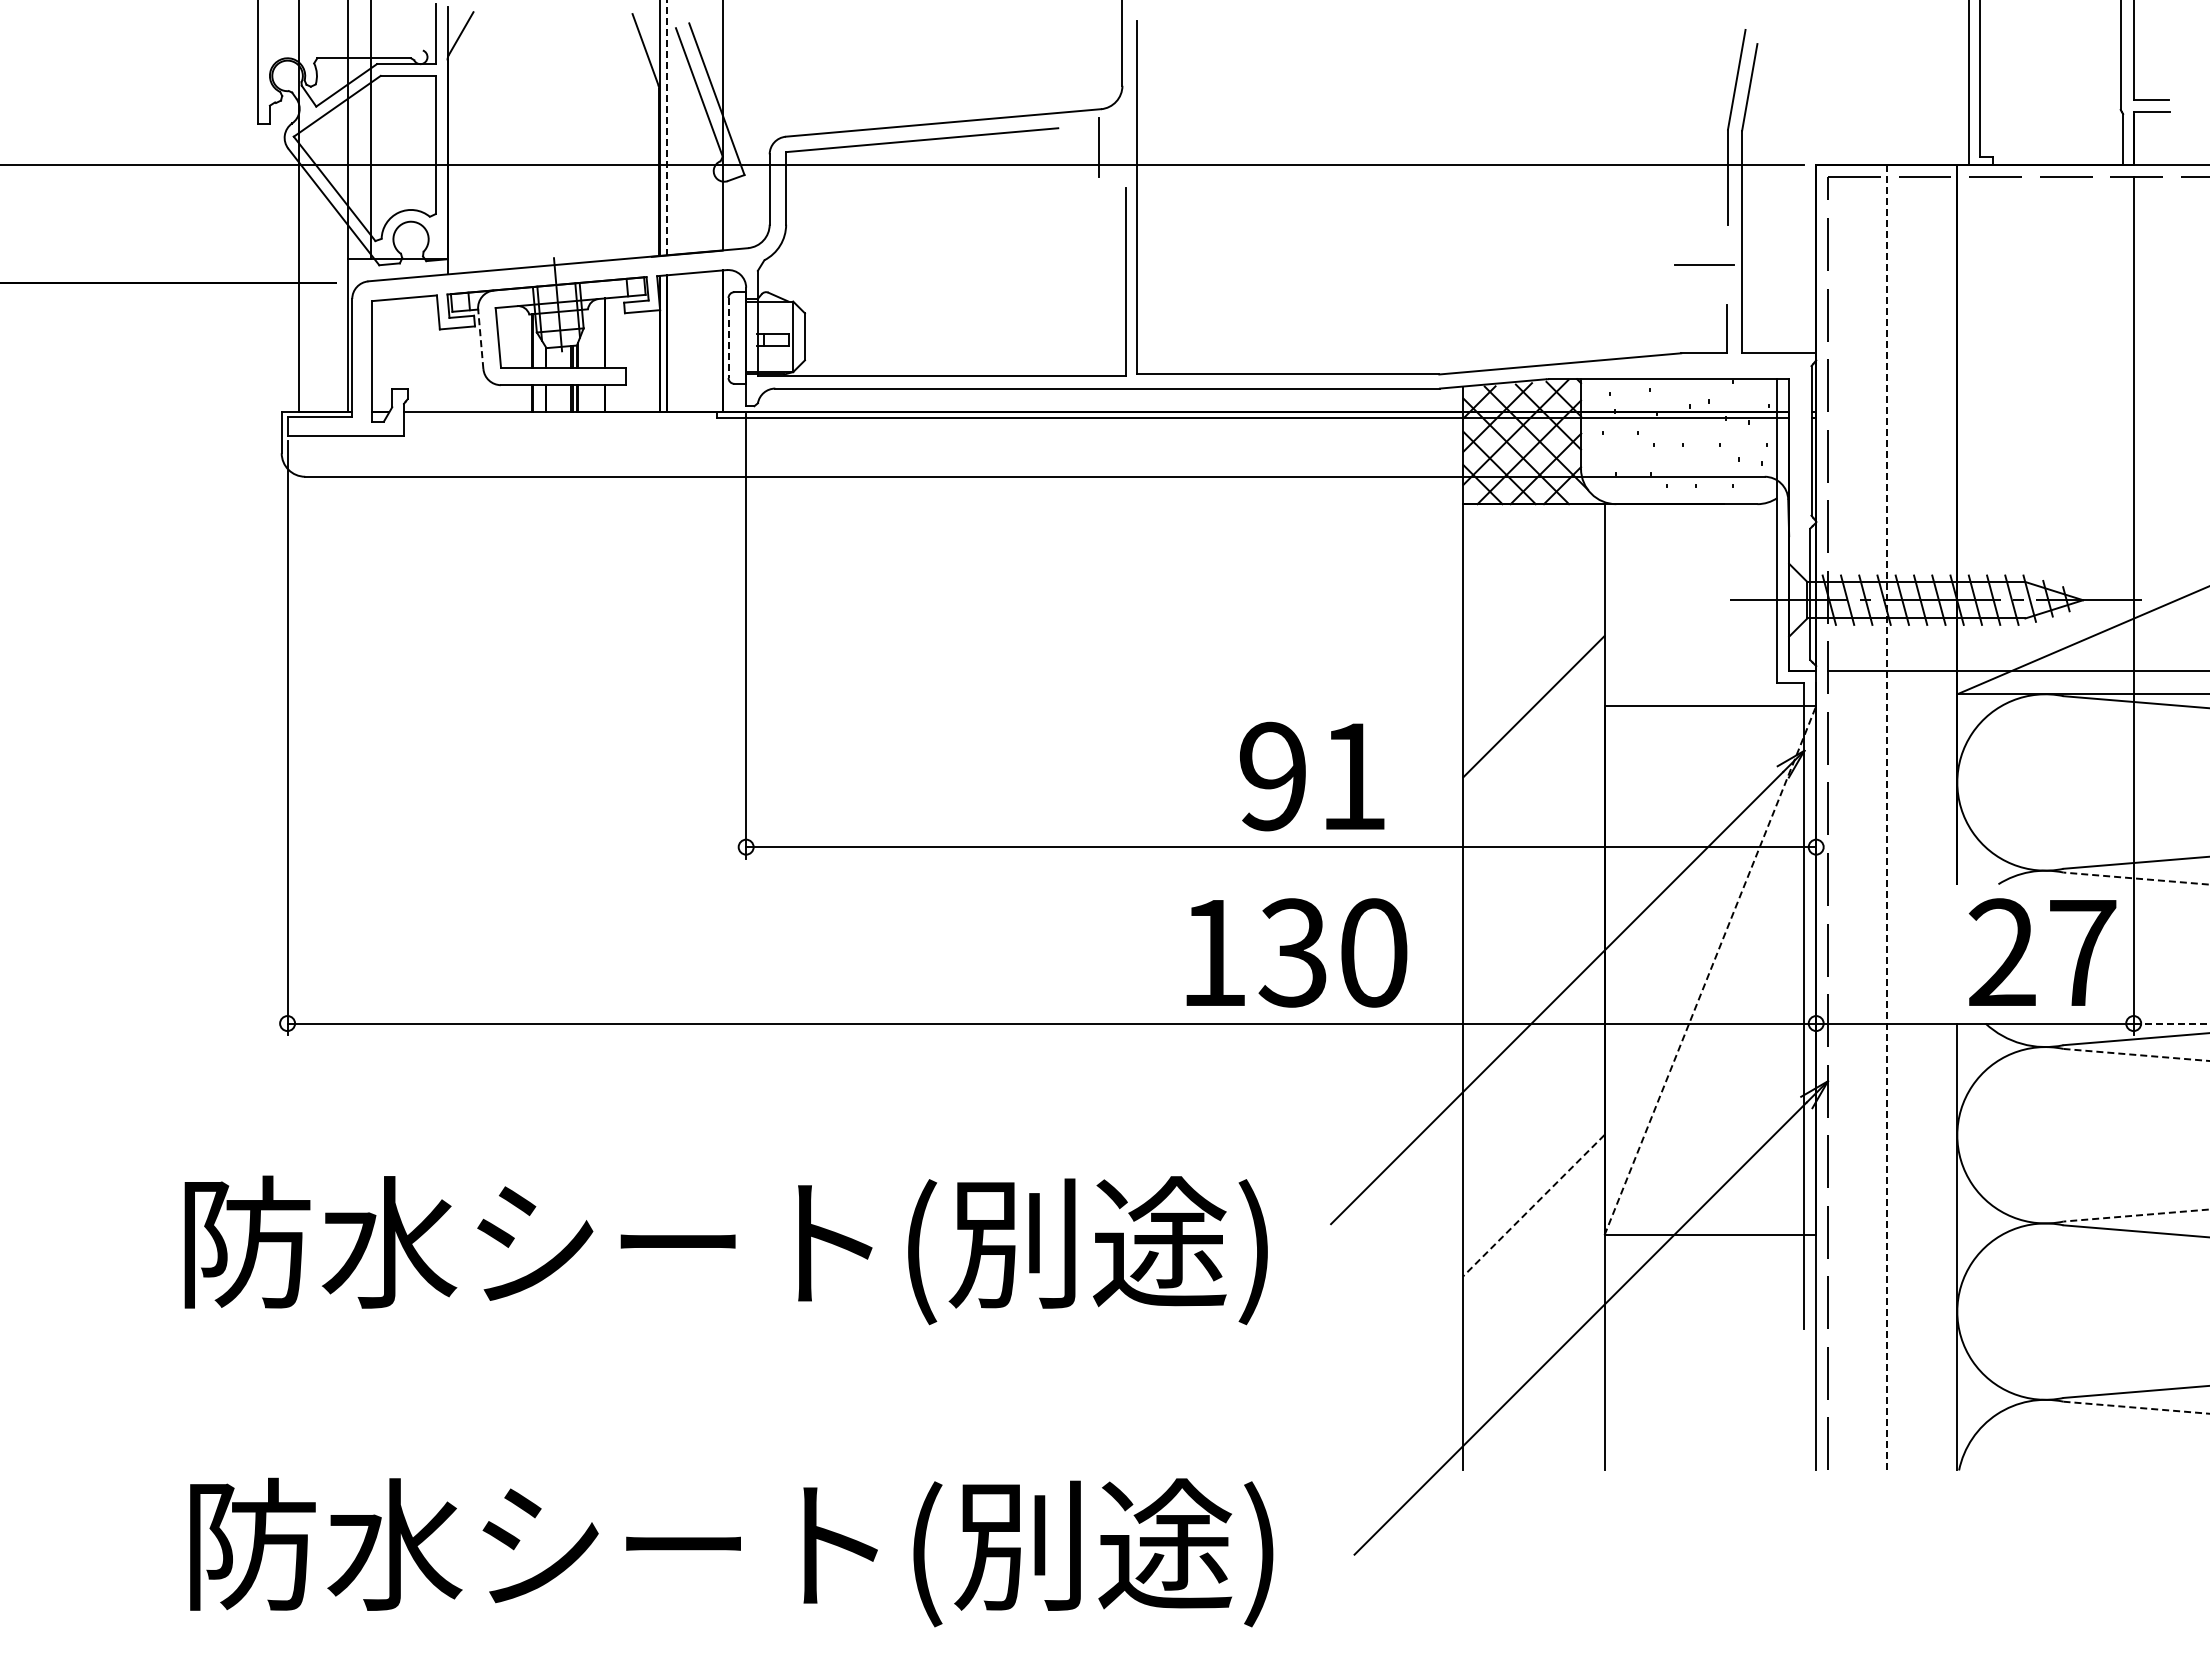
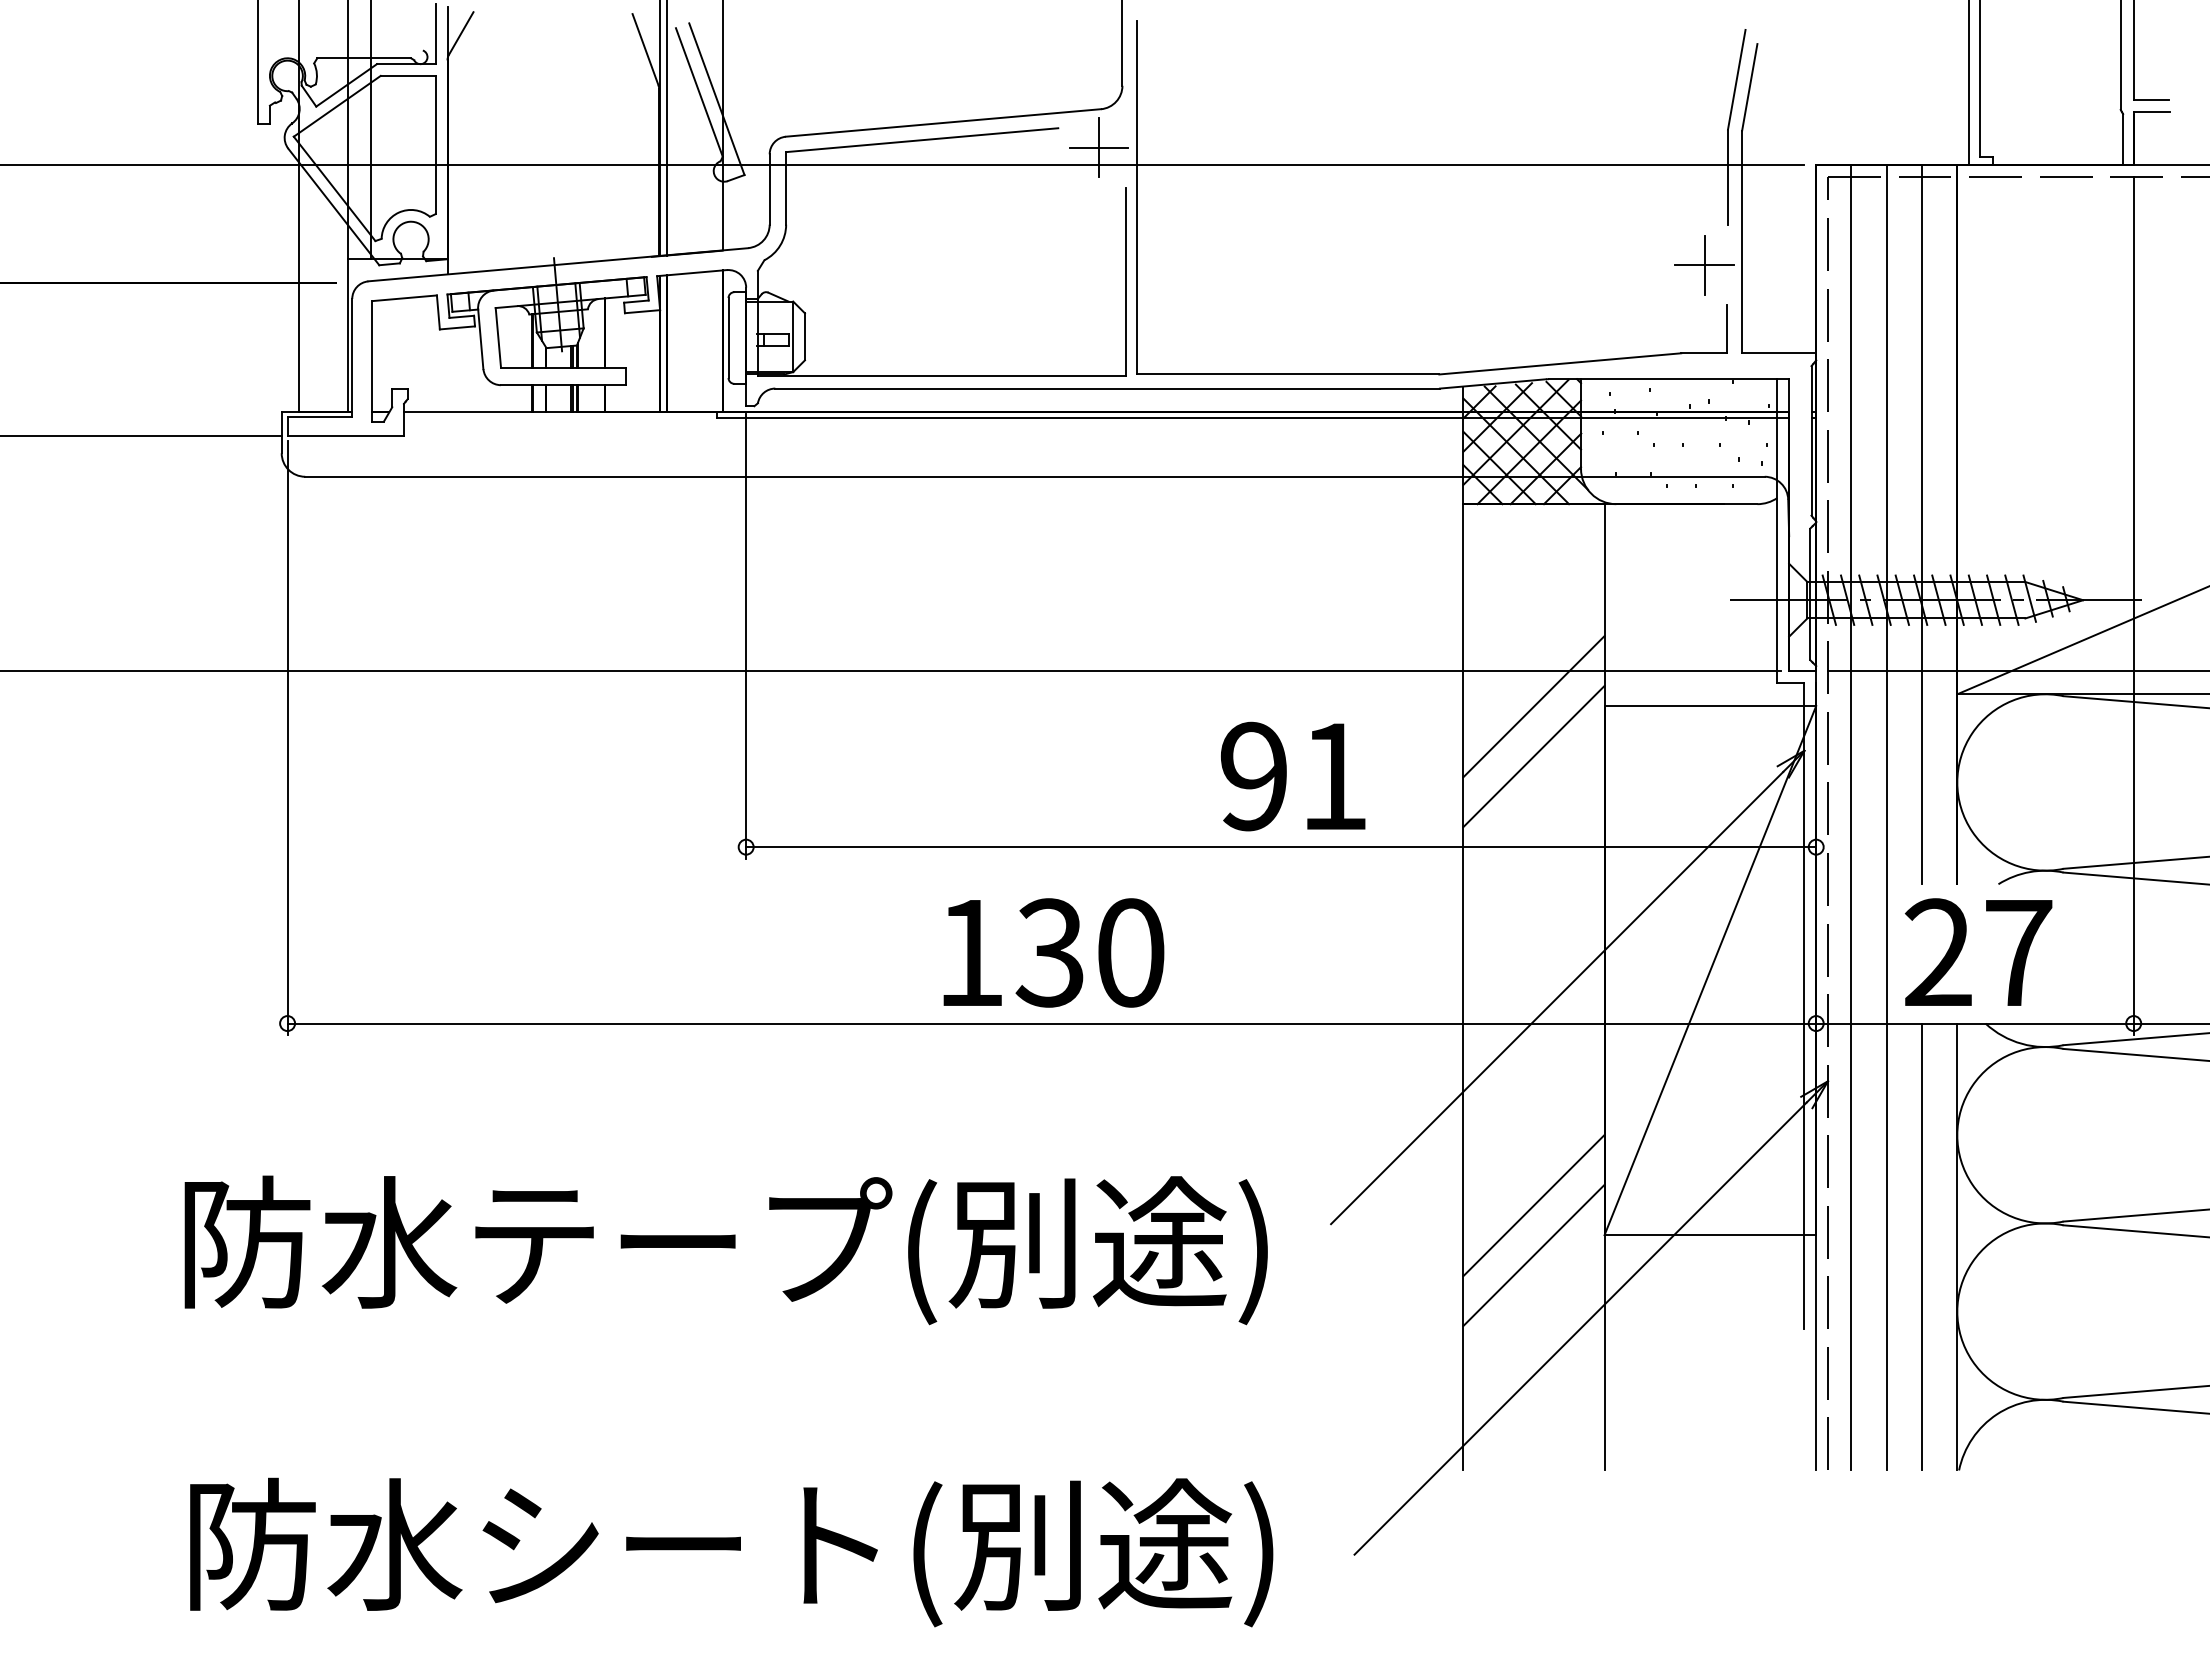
line at (667, 127): dashed -> solid
line at (1098, 147): none -> present
line at (1704, 264): none -> present
line at (728, 338): dashed -> solid
line at (480, 339): dashed -> solid
line at (141, 435): none -> present
line at (1922, 524): none -> present
line at (891, 670): none -> present
line at (1533, 756): none -> present
text at (1312, 776) position: (1312, 776) -> (1293, 776)
line at (1851, 817): none -> present
line at (1886, 817): dashed -> solid
line at (2136, 878): dashed -> solid
text at (2042, 951) position: (2042, 951) -> (1978, 951)
text at (1296, 952) position: (1296, 952) -> (1053, 952)
line at (1710, 970): dashed -> solid
line at (2171, 1023): dashed -> solid
line at (2137, 1055): dashed -> solid
line at (1534, 1205): dashed -> solid
line at (2136, 1215): dashed -> solid
text at (683, 1240): 防水シート(別途) -> 防水テープ(別途)
line at (1922, 1246): none -> present
line at (1533, 1254): none -> present
line at (2137, 1407): dashed -> solid
